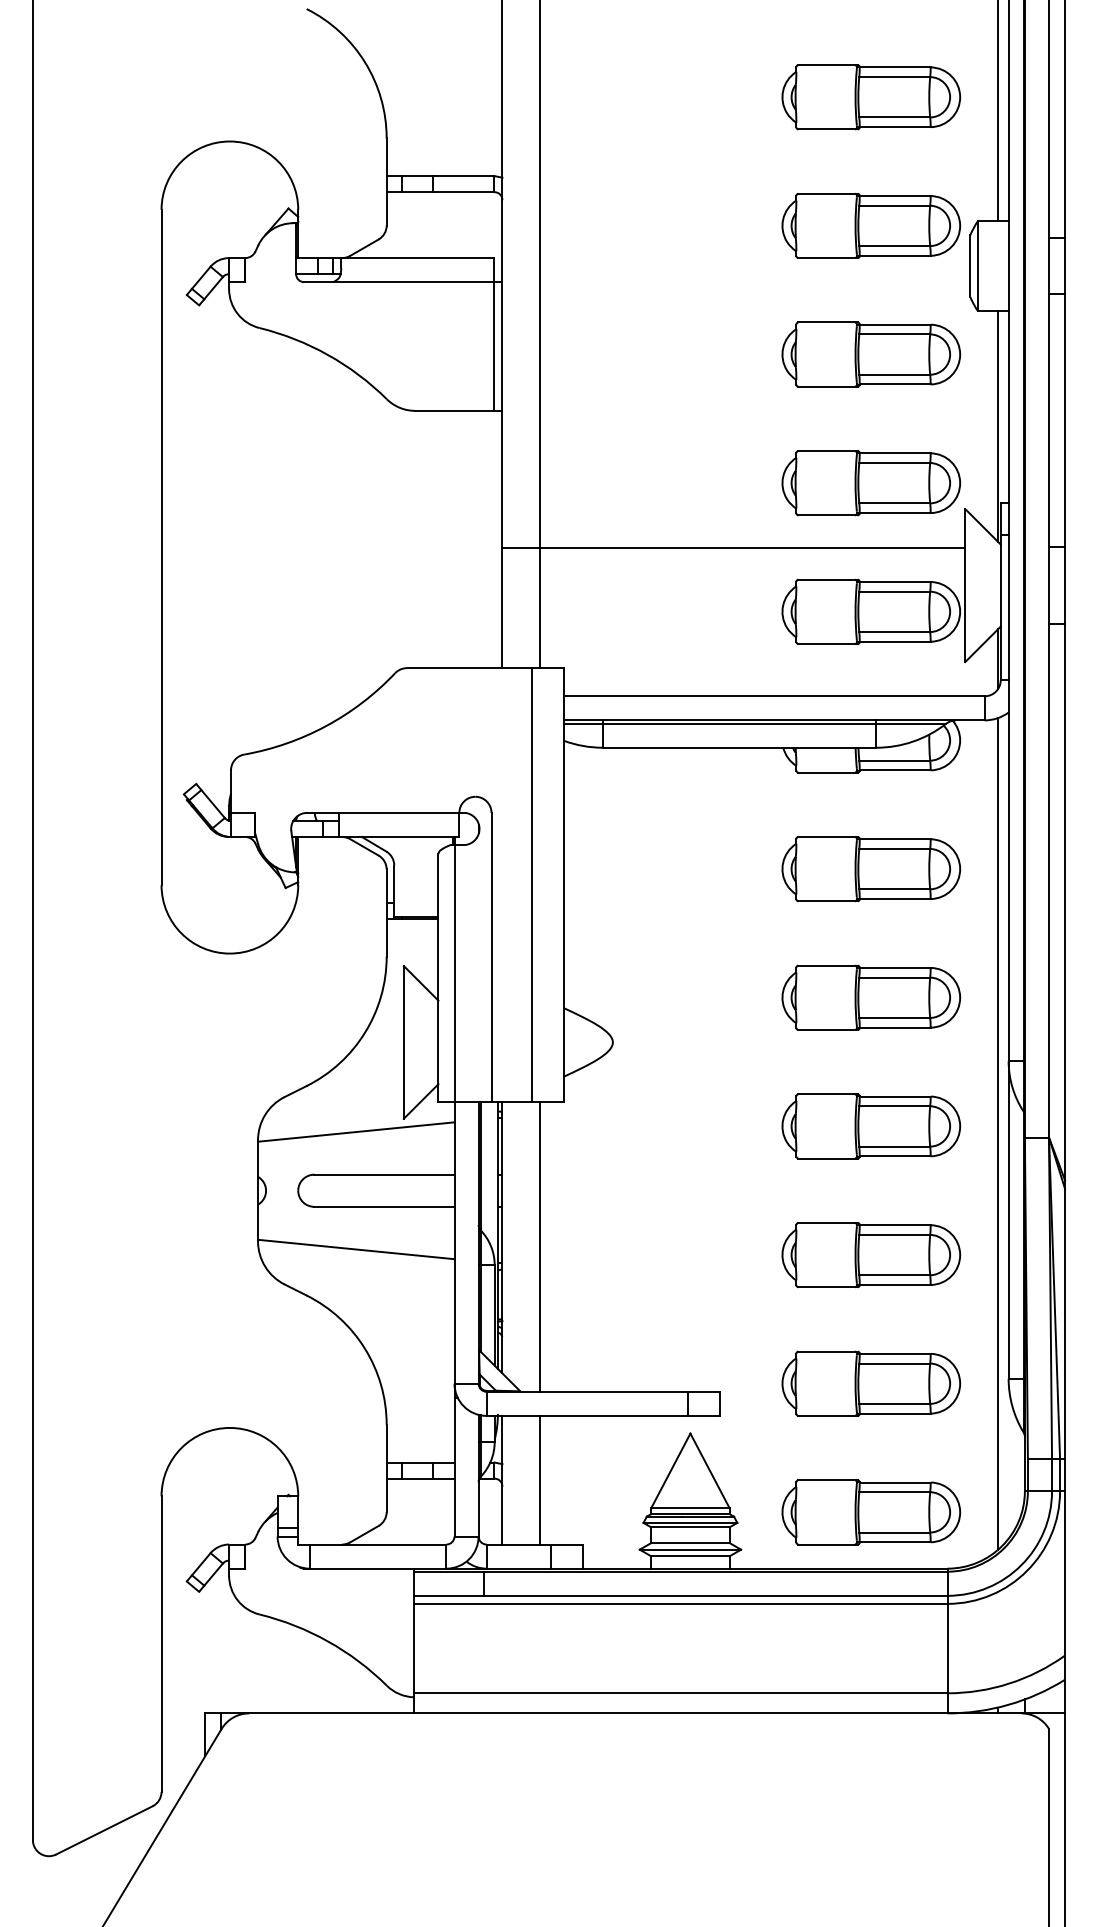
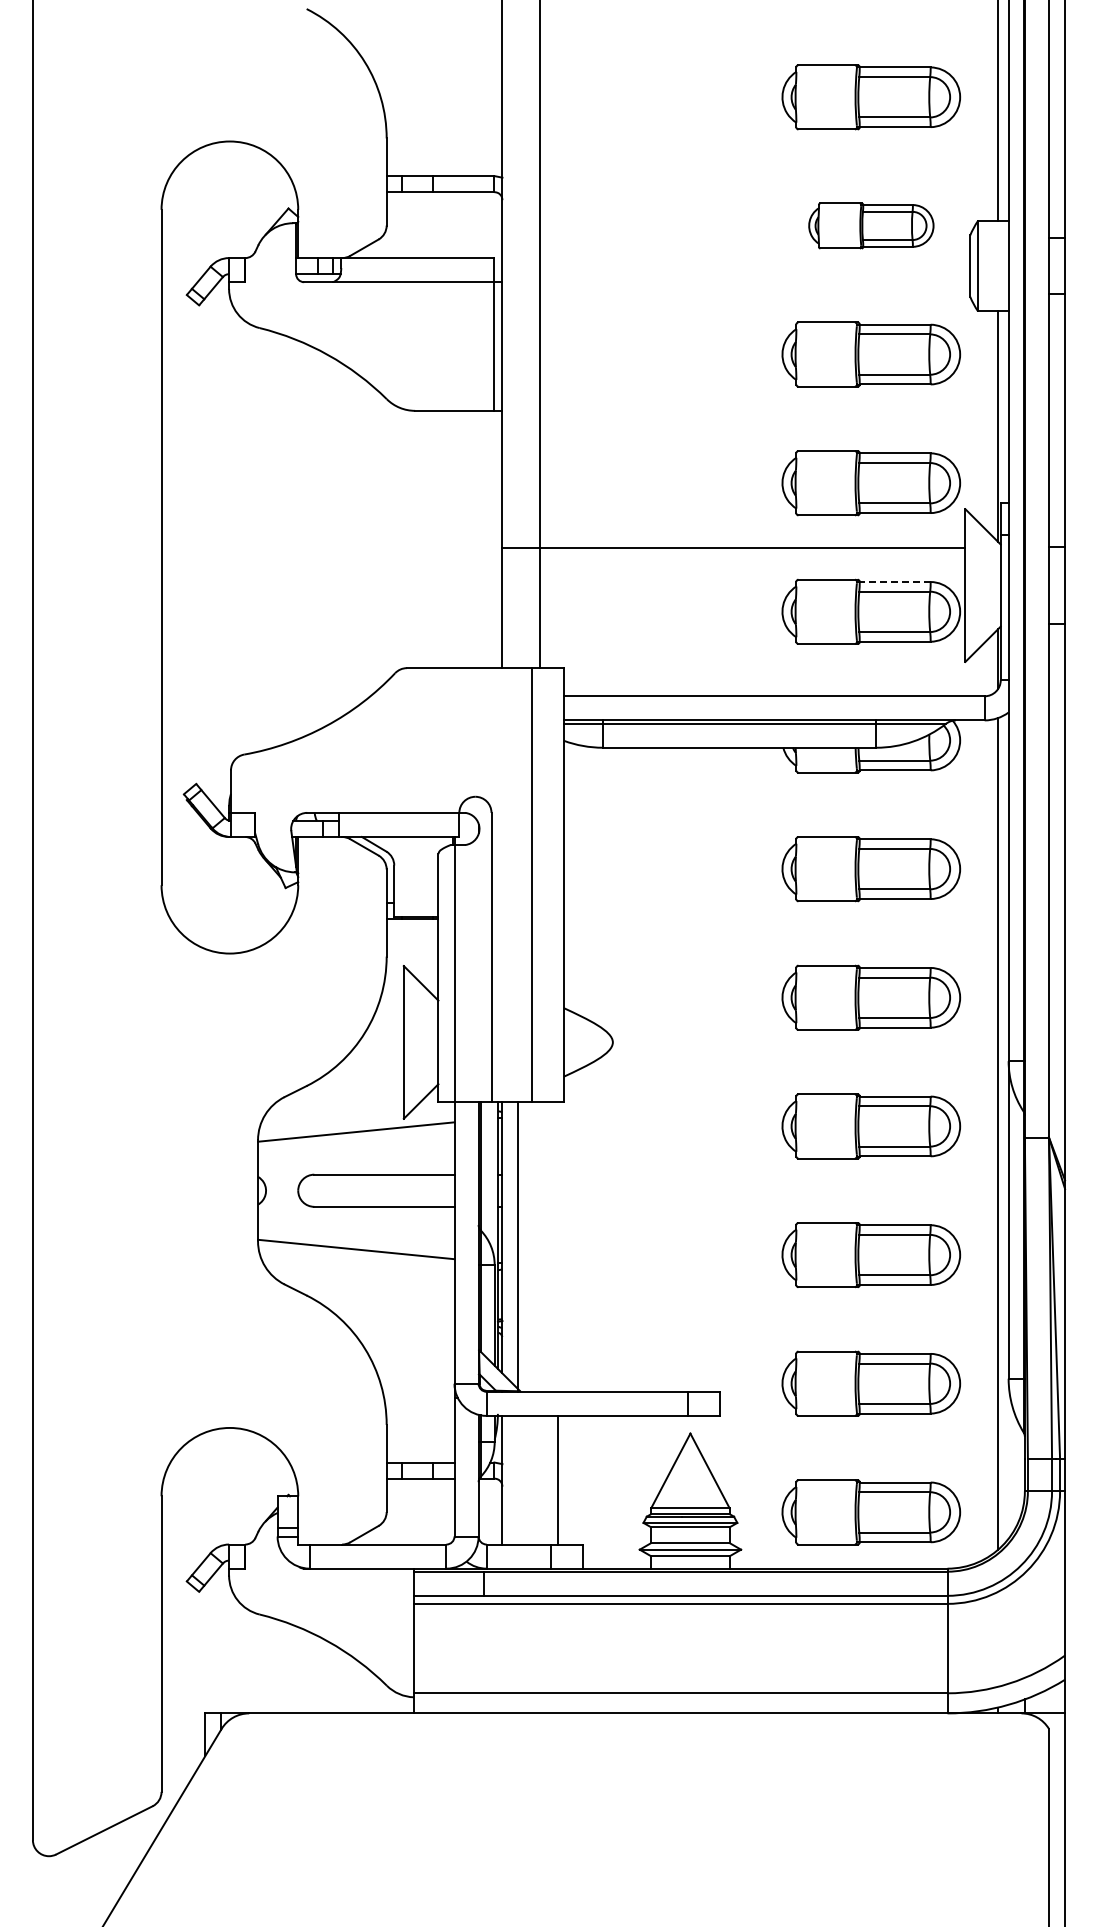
part at (871, 225) size: 181x66 px -> 127x48 px
line at (894, 582): solid -> dashed
line at (540, 1246) position: (540, 1246) -> (518, 1246)
line at (540, 1479) position: (540, 1479) -> (558, 1479)
